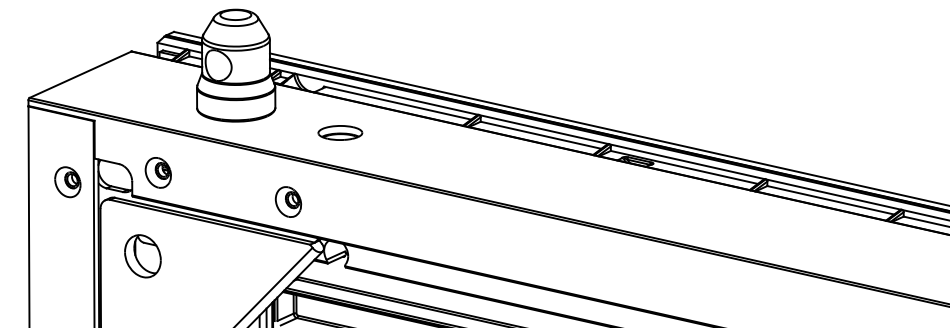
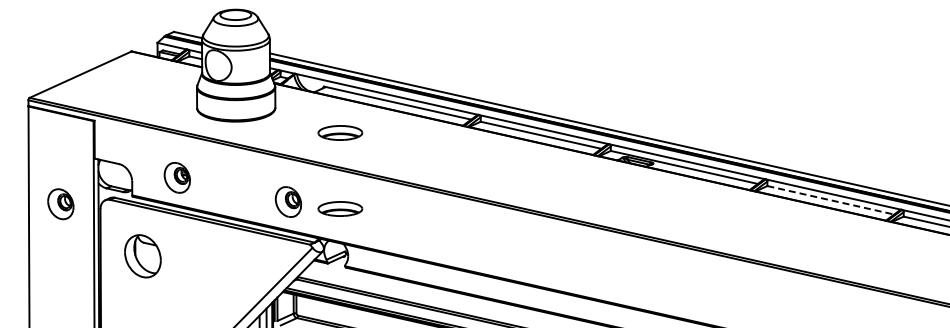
part at (157, 172) position: (157, 172) -> (176, 177)
part at (67, 182) position: (67, 182) -> (60, 204)
line at (831, 200): solid -> dashed
part at (340, 208): none -> present
